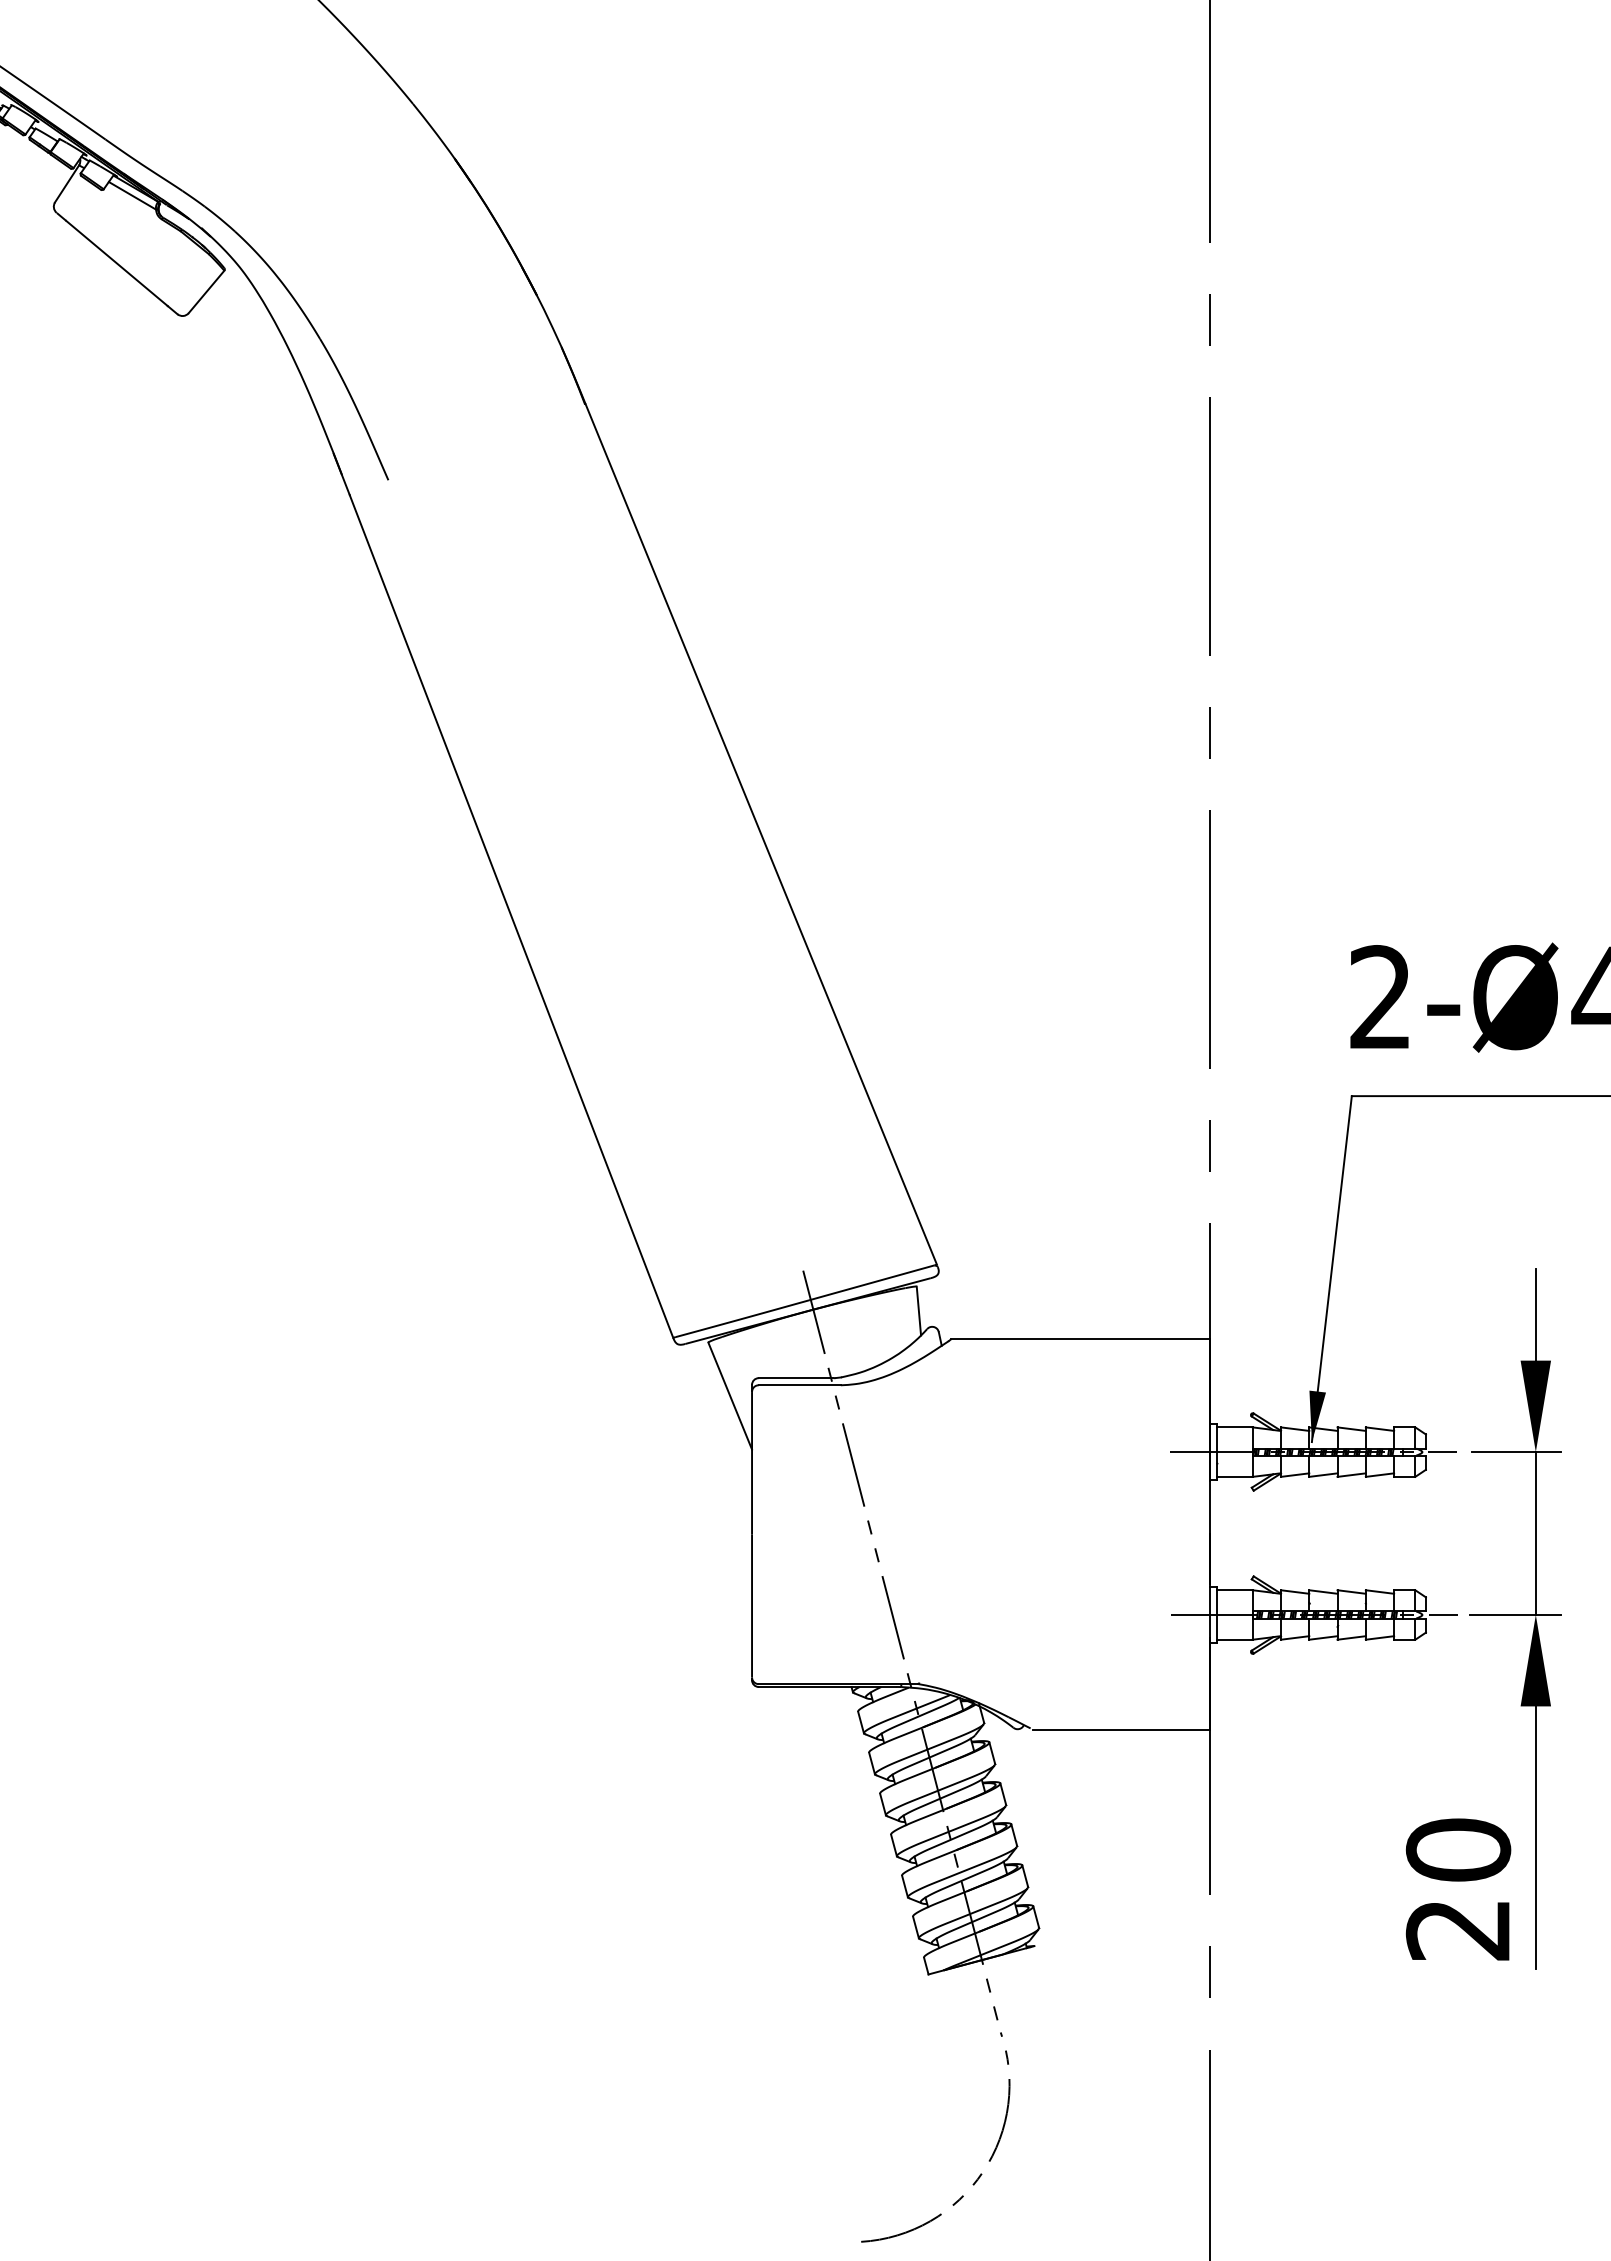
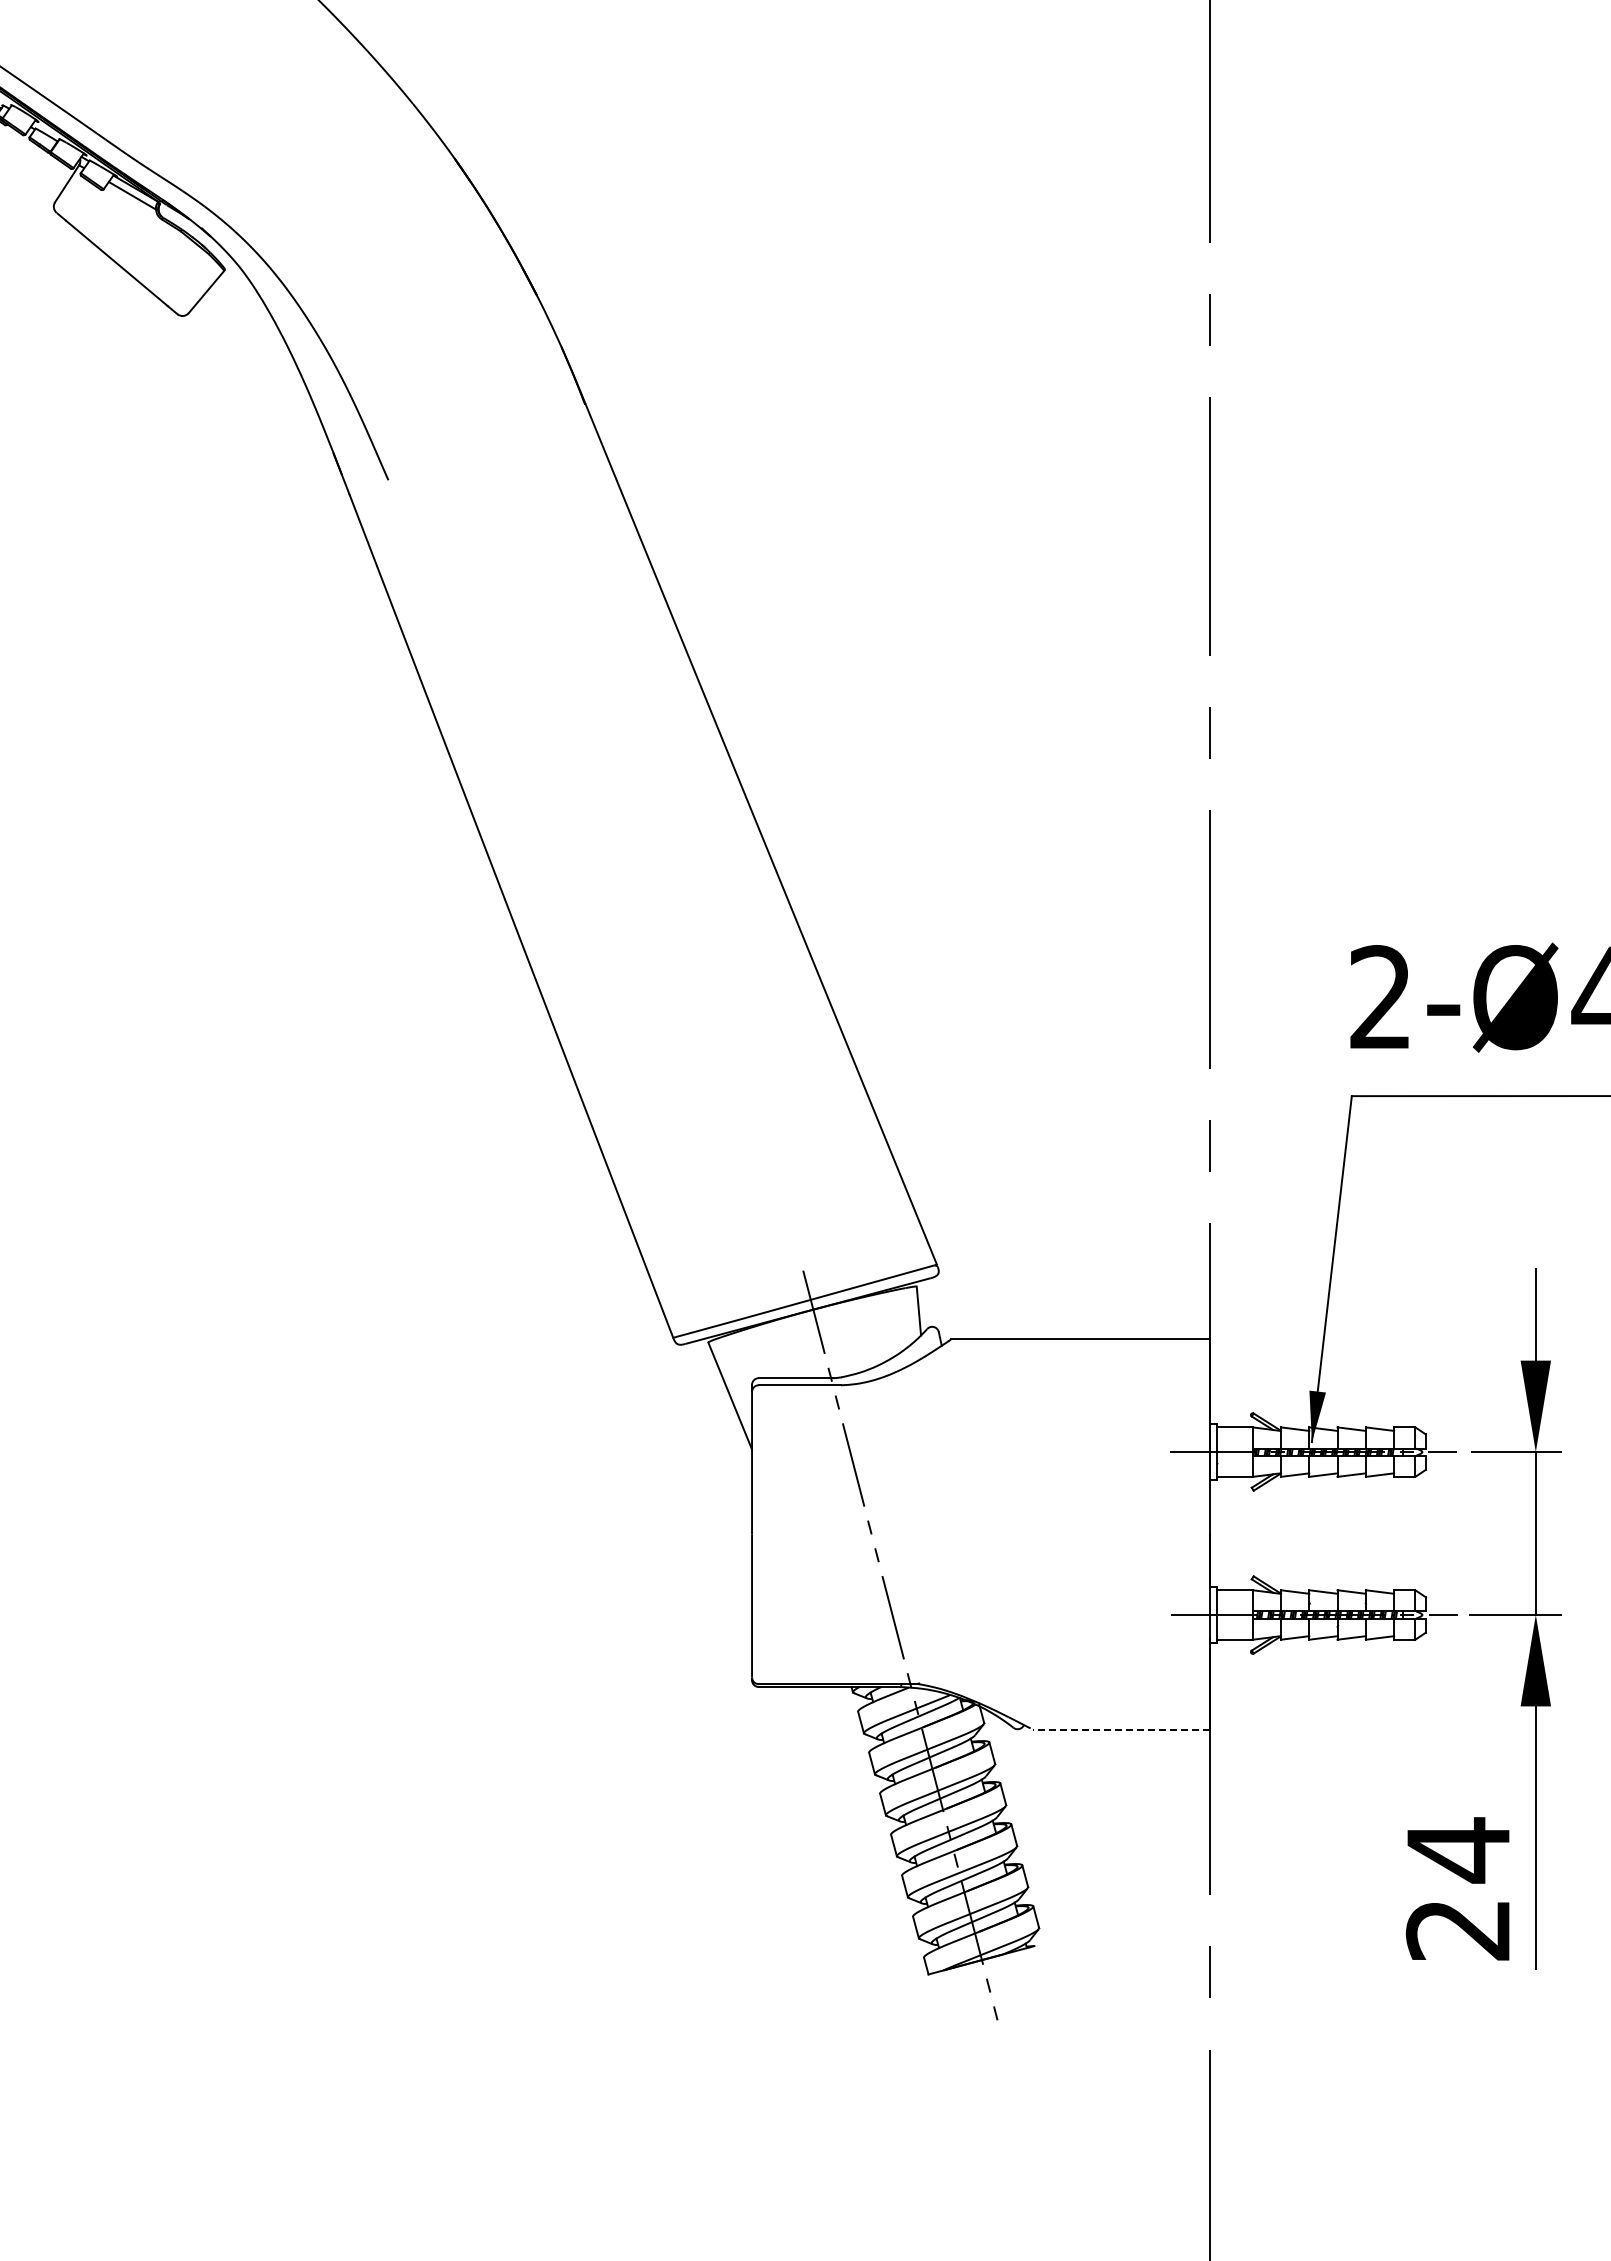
line at (1121, 1729): solid -> dashed
text at (1458, 1850): 20 -> 24
arc at (980, 2173): present -> none
